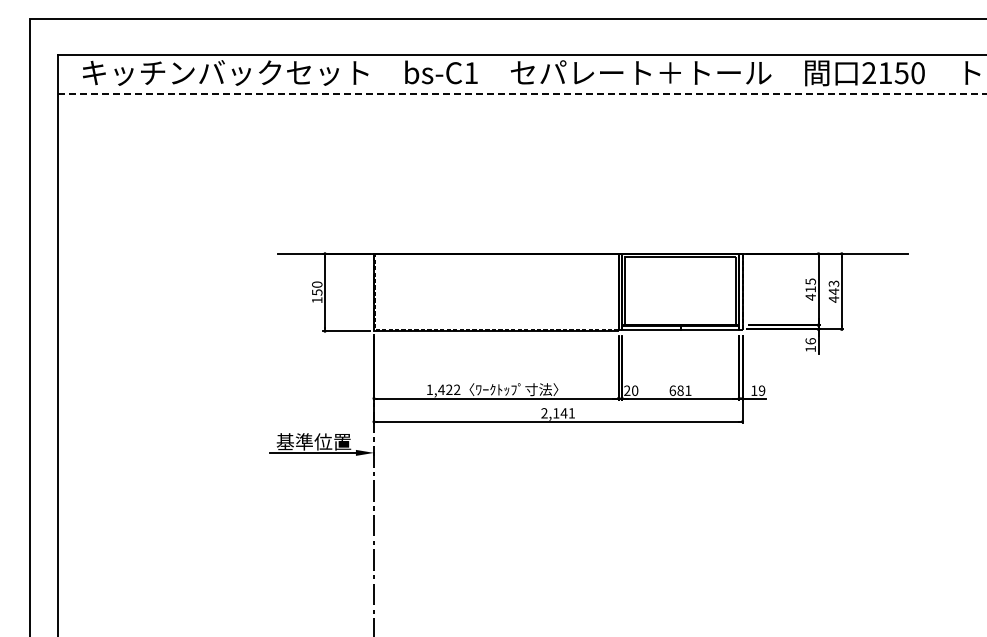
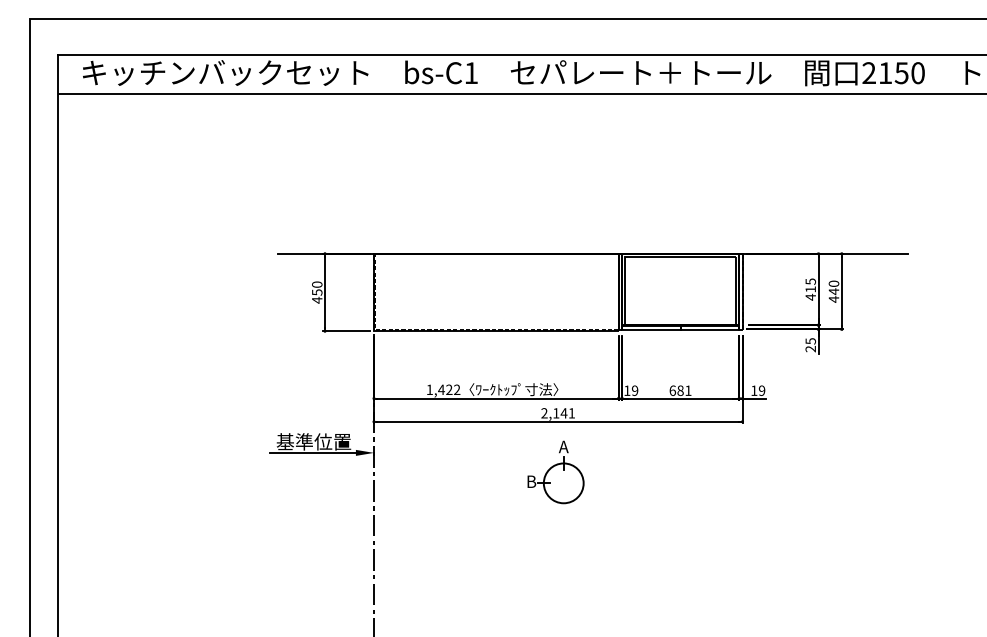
line at (522, 94): dashed -> solid
text at (834, 283): 443 -> 440
text at (317, 299): 150 -> 450
text at (810, 345): 16 -> 25
text at (631, 390): 20 -> 19
part at (555, 472): none -> present
